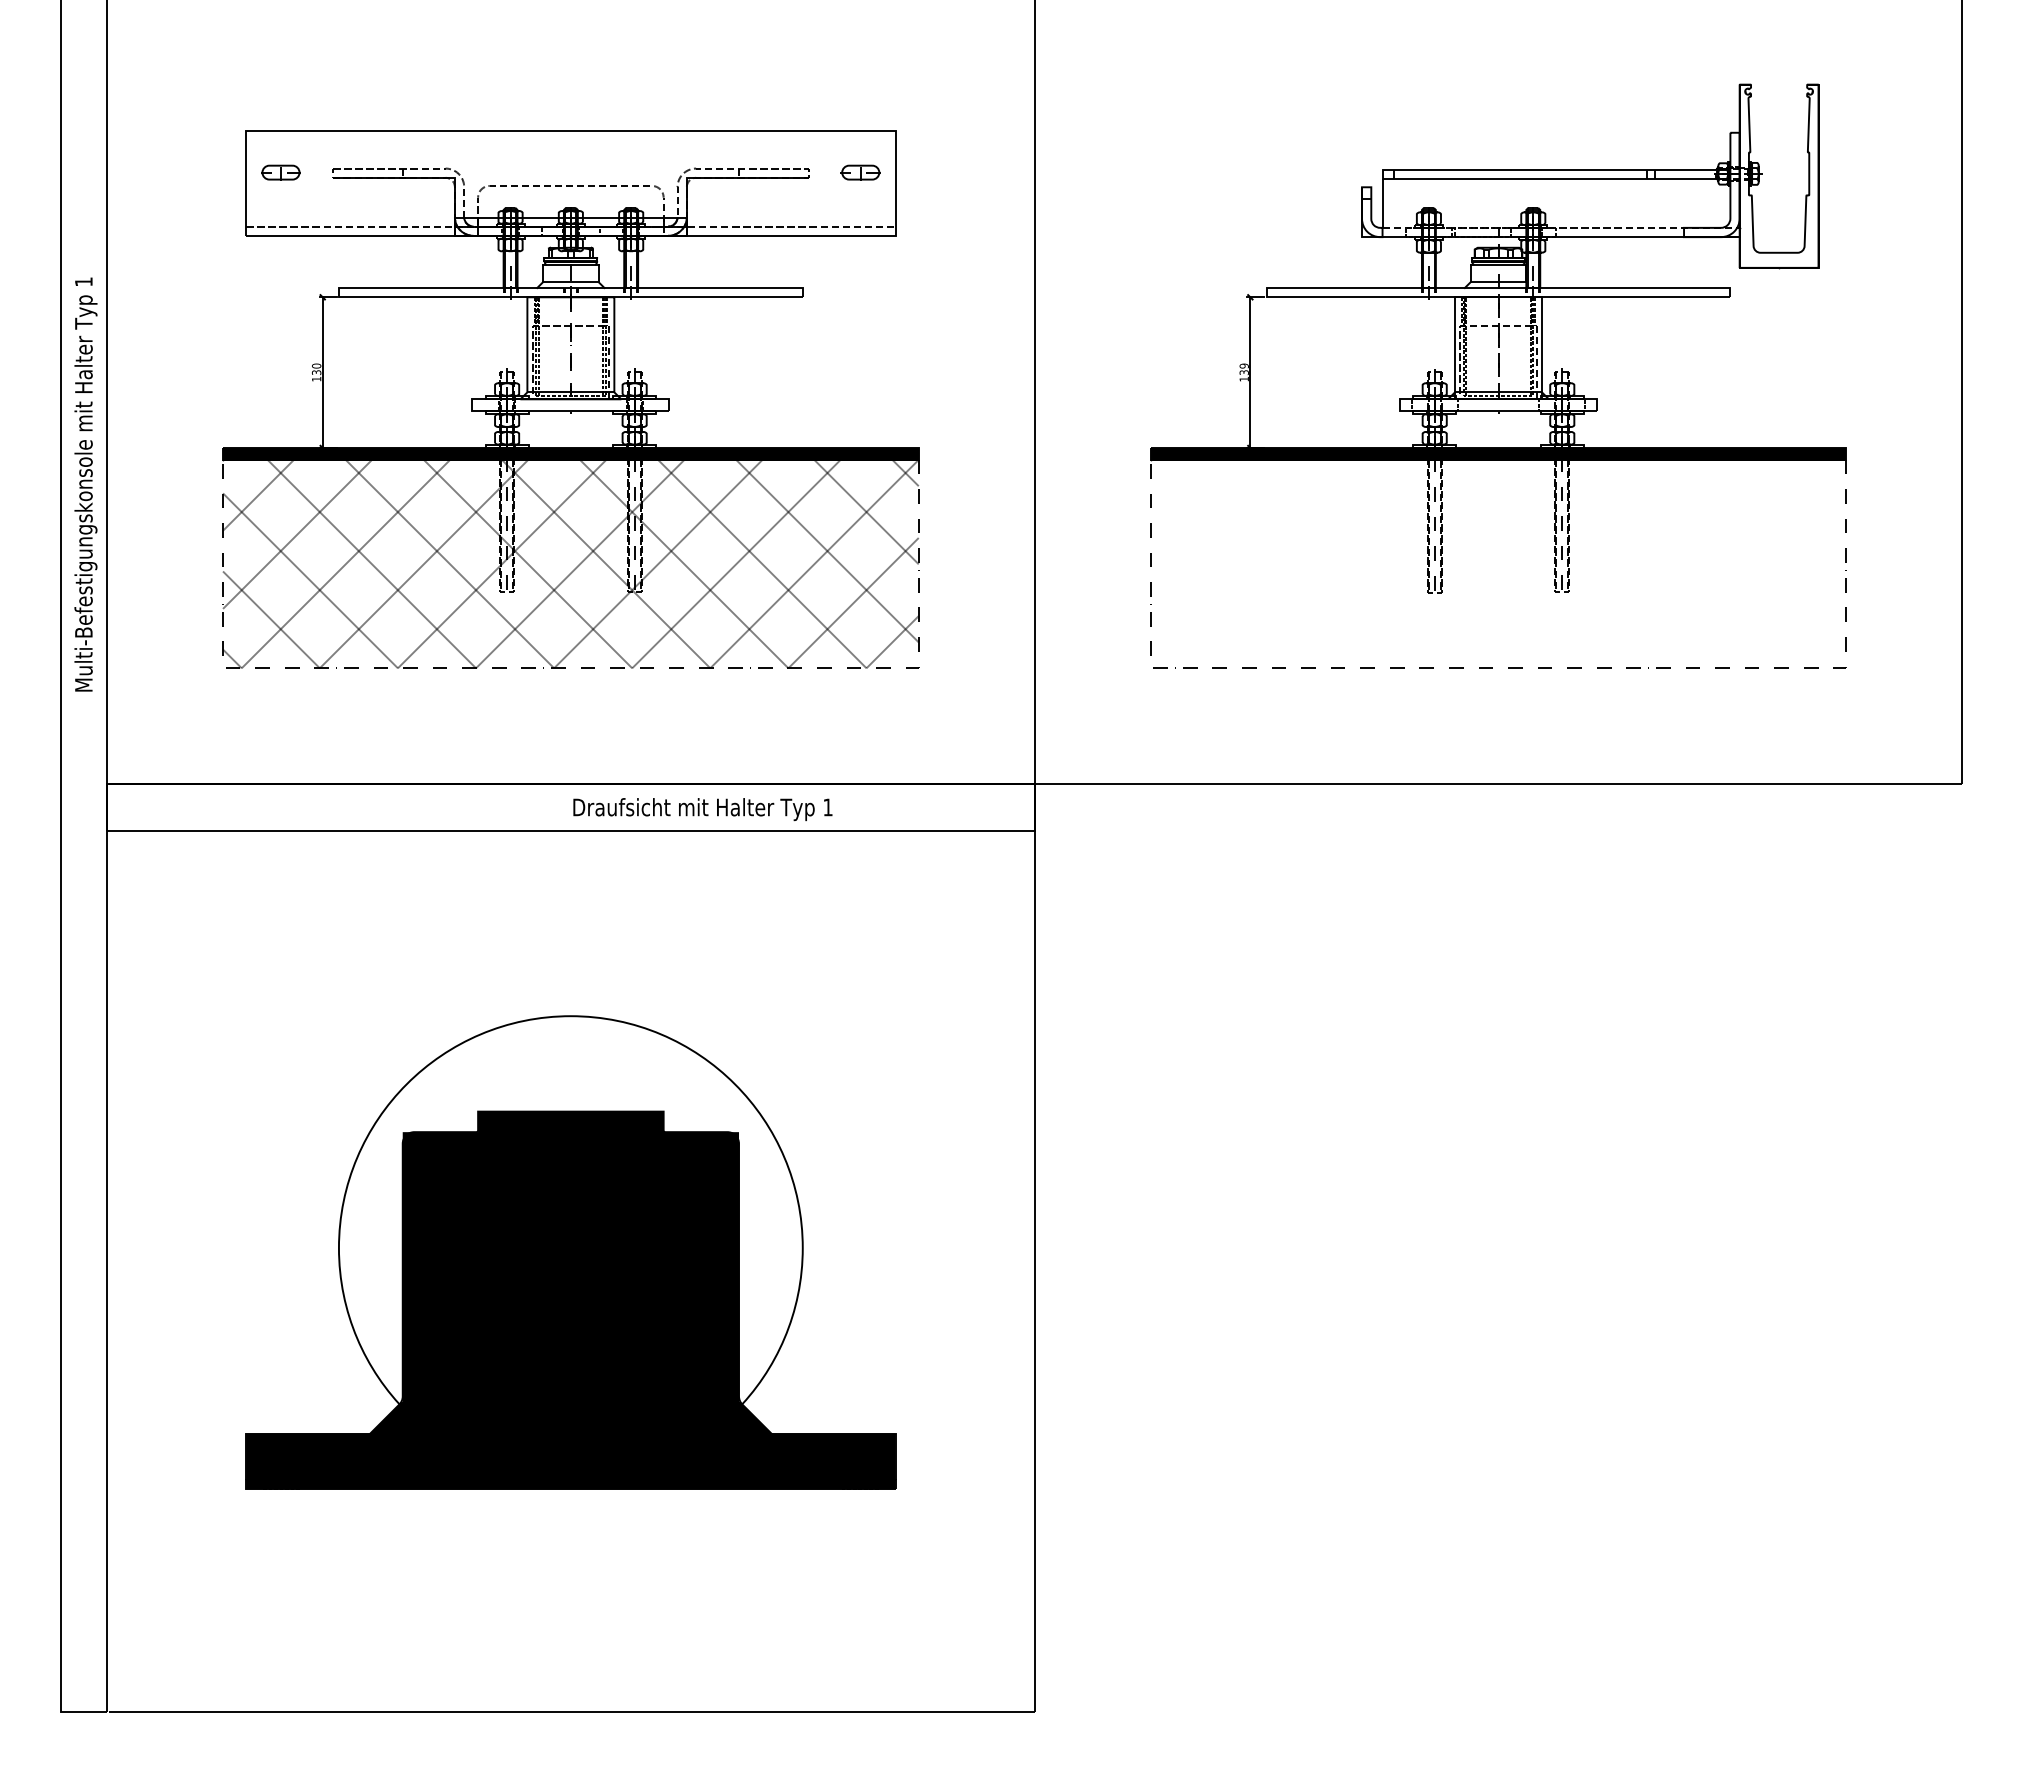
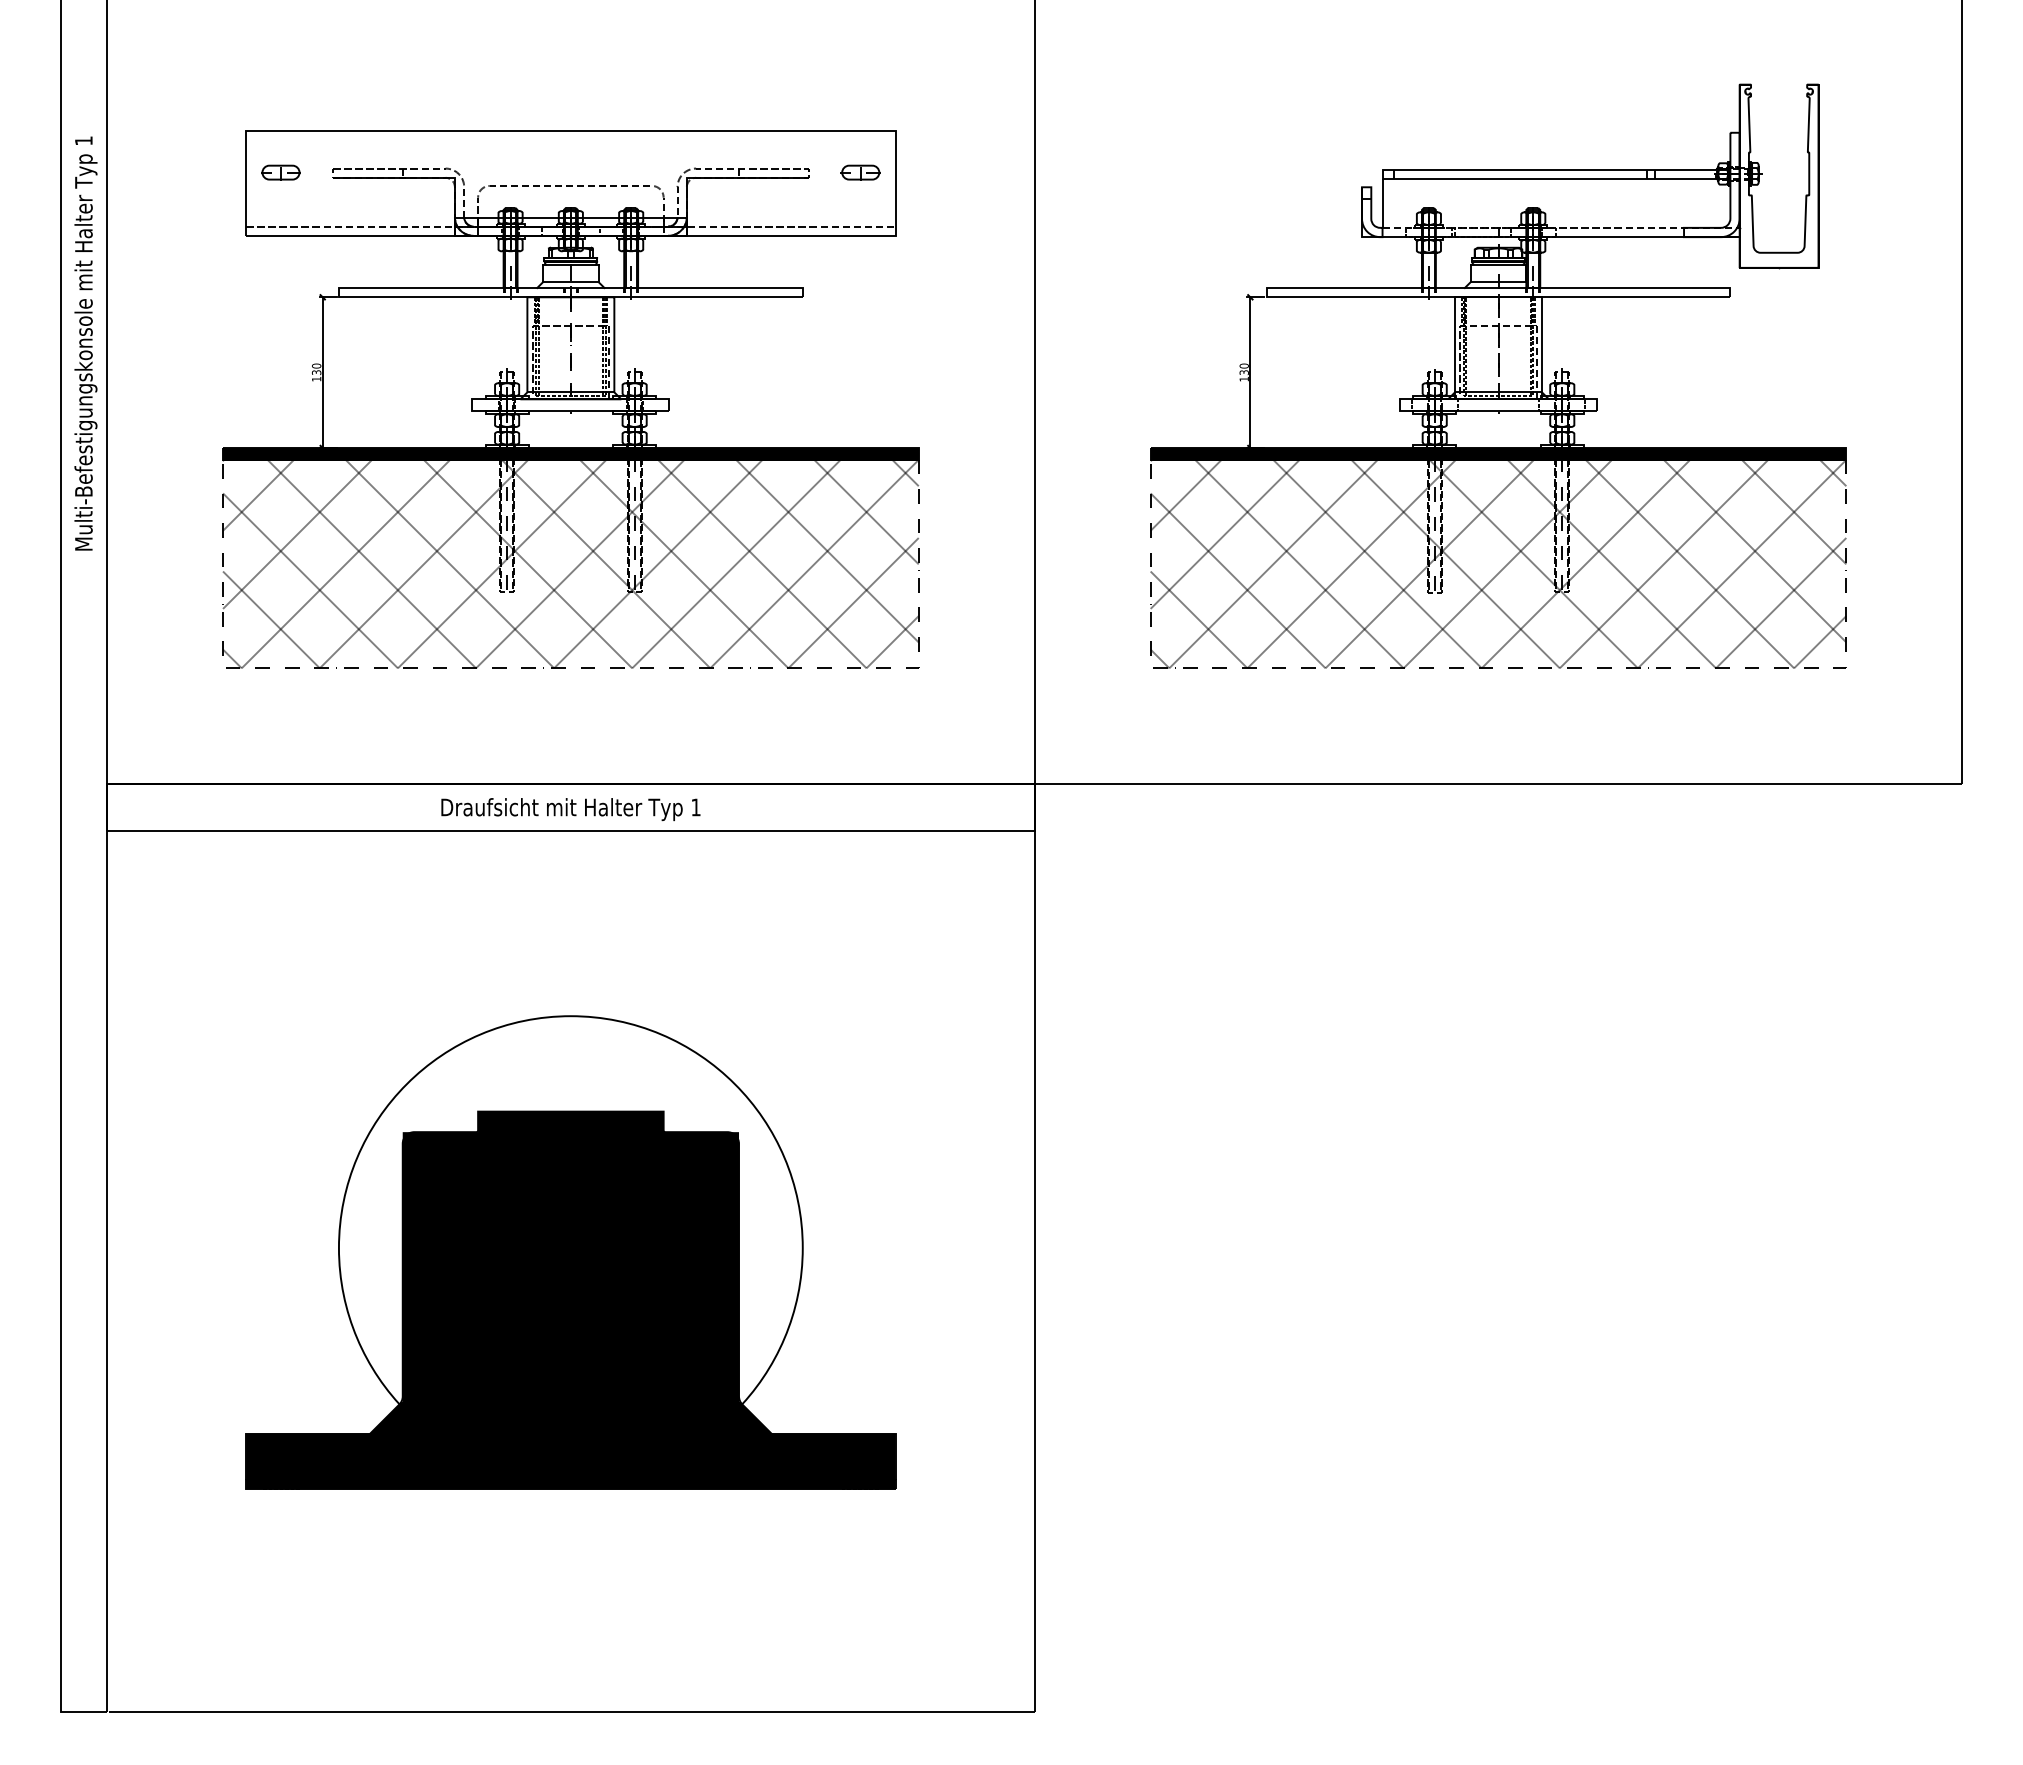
text at (1244, 365): 139 -> 130
text at (85, 484) position: (85, 484) -> (85, 343)
hatch at (1498, 563): none -> present
text at (702, 809) position: (702, 809) -> (570, 809)
